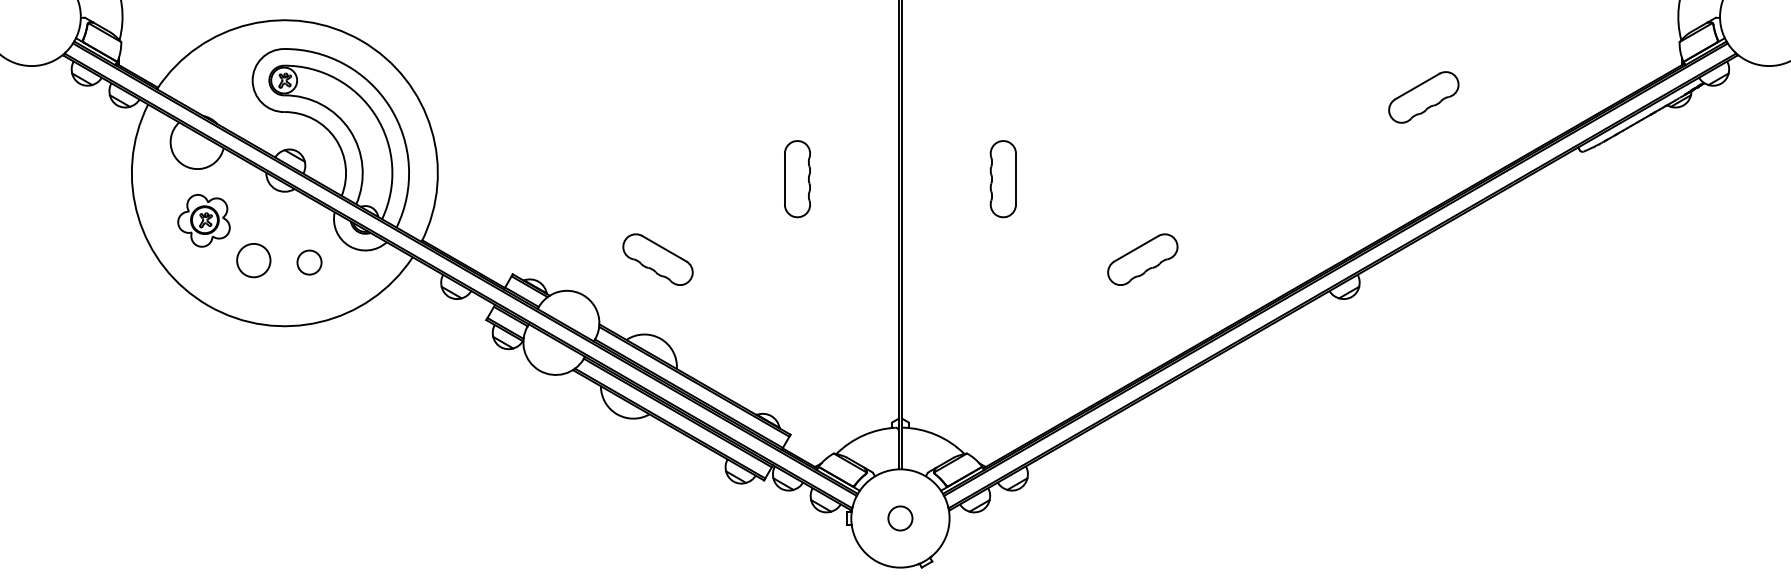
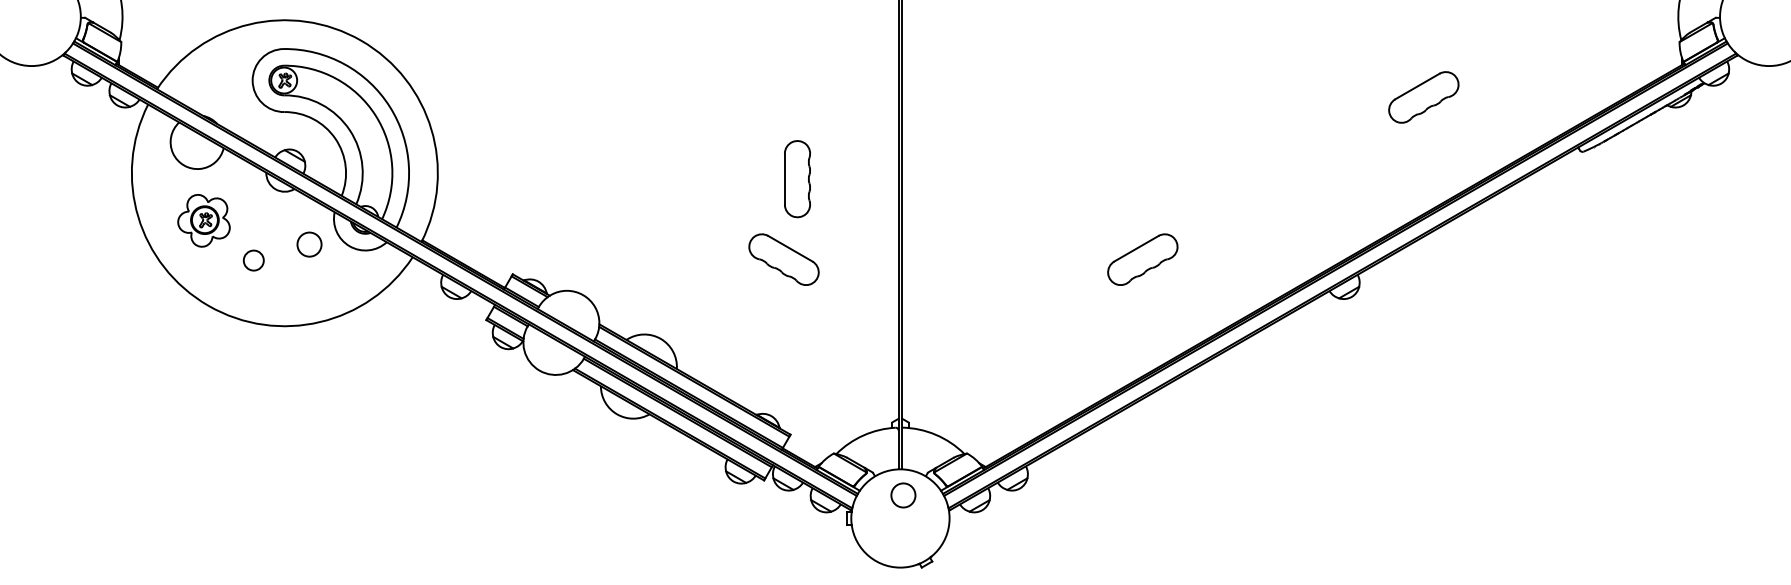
part at (1002, 179): present -> none
part at (657, 259) position: (657, 259) -> (783, 259)
circle at (253, 260) diameter: 33 px -> 20 px
circle at (309, 262) position: (309, 262) -> (309, 244)
circle at (900, 518) position: (900, 518) -> (903, 495)
